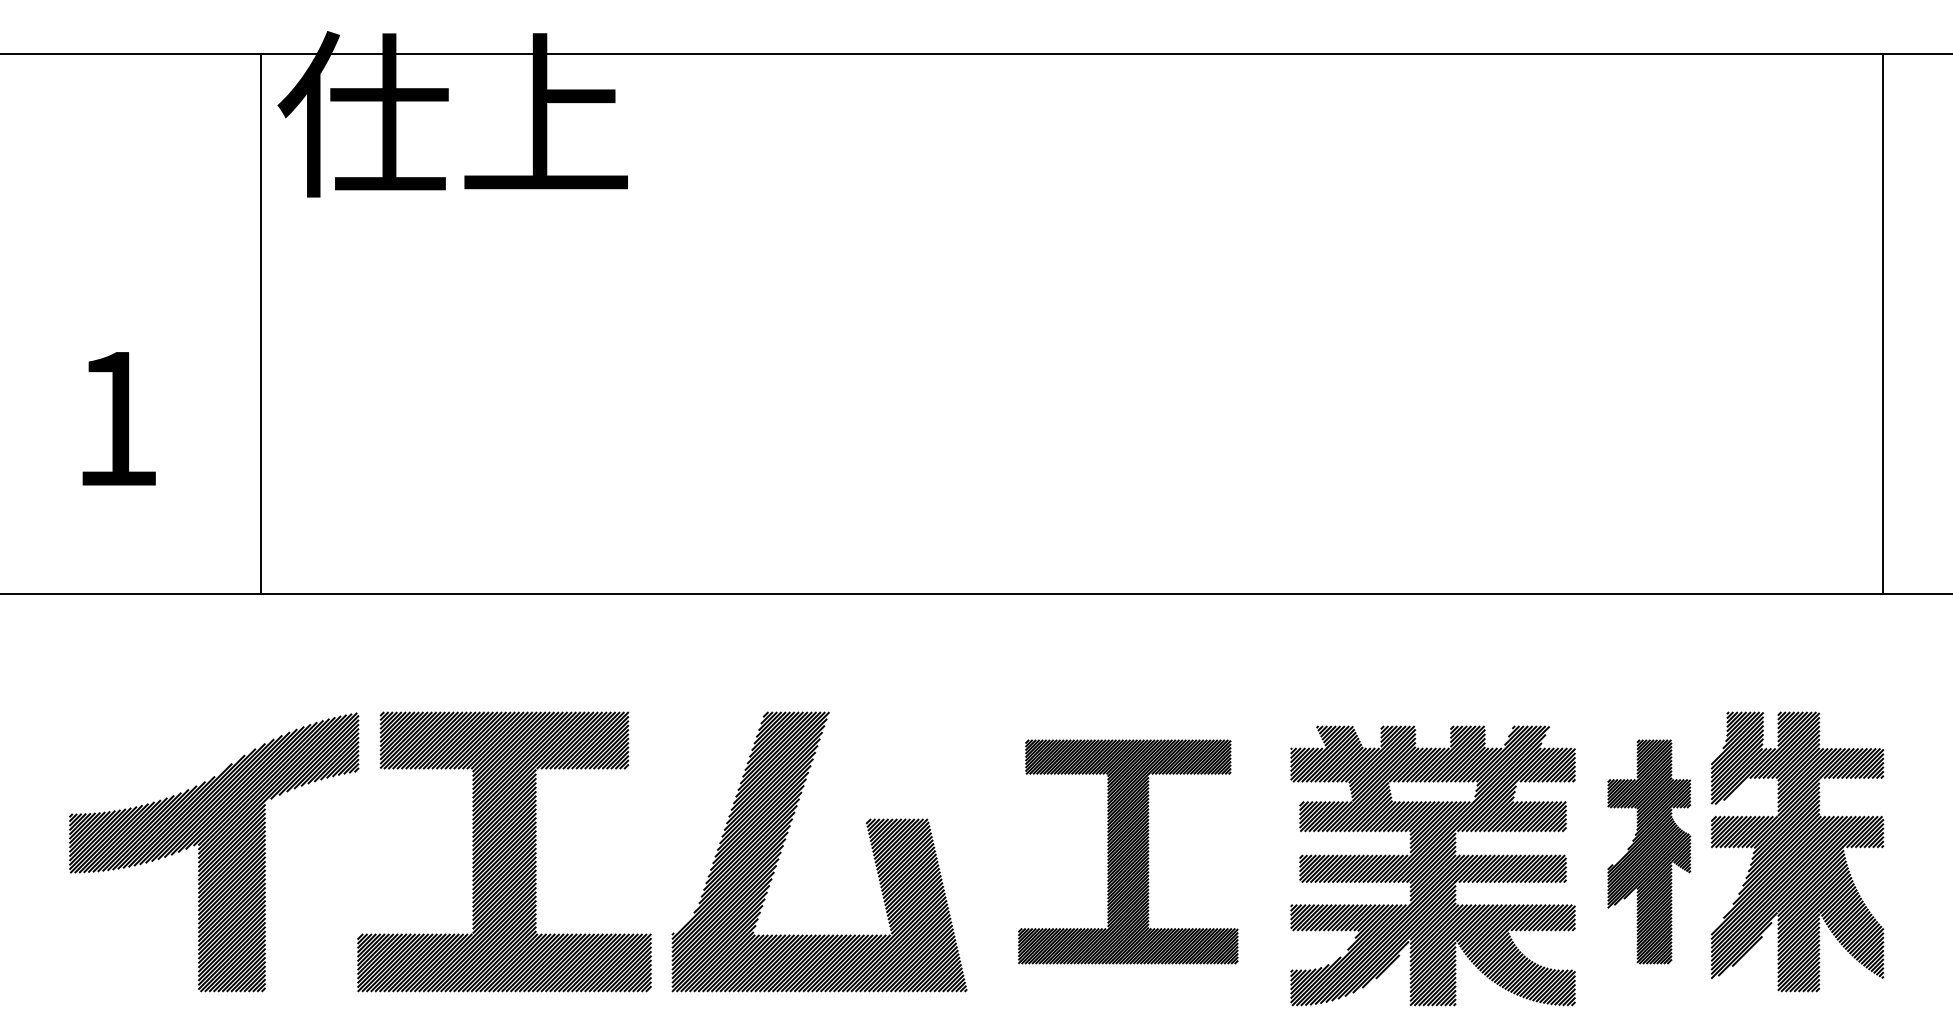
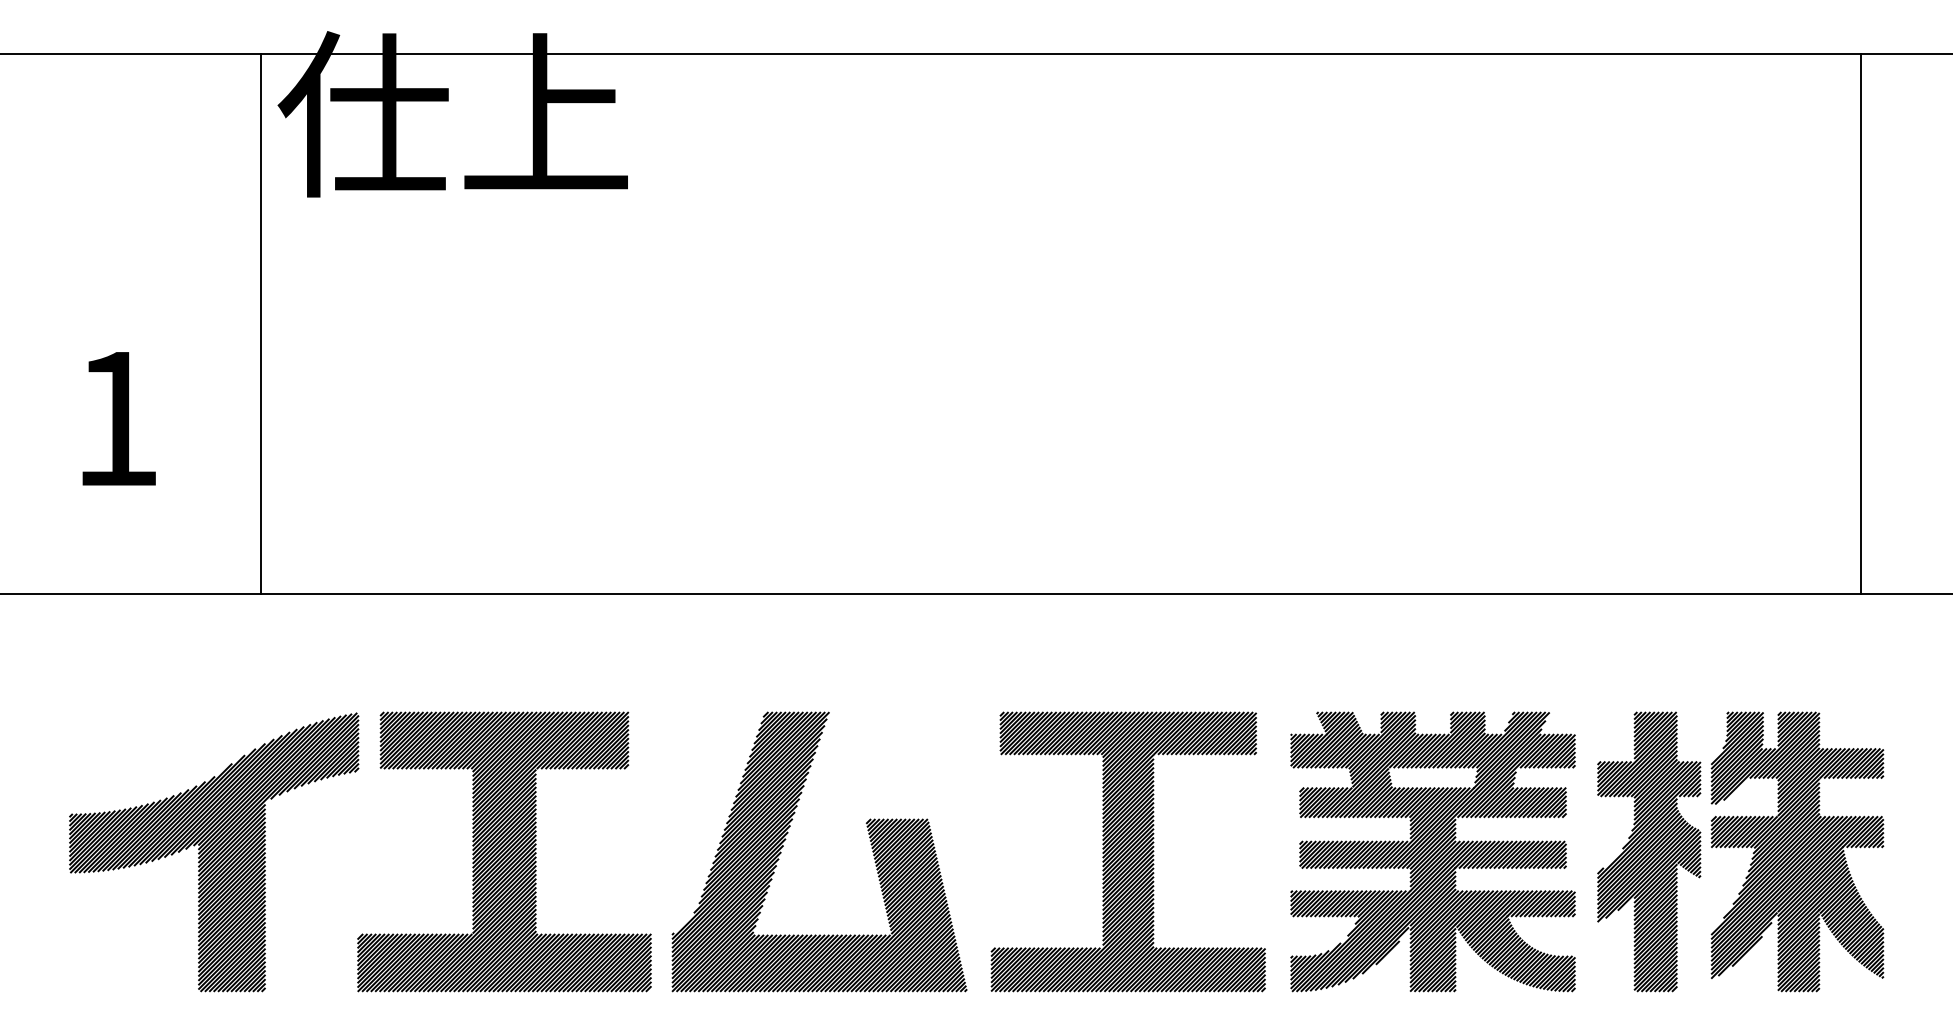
line at (1883, 324) position: (1883, 324) -> (1861, 324)
part at (1128, 851) size: 221x226 px -> 276x282 px
part at (1649, 851) size: 85x226 px -> 105x282 px
part at (1432, 865) position: (1432, 865) -> (1432, 851)
